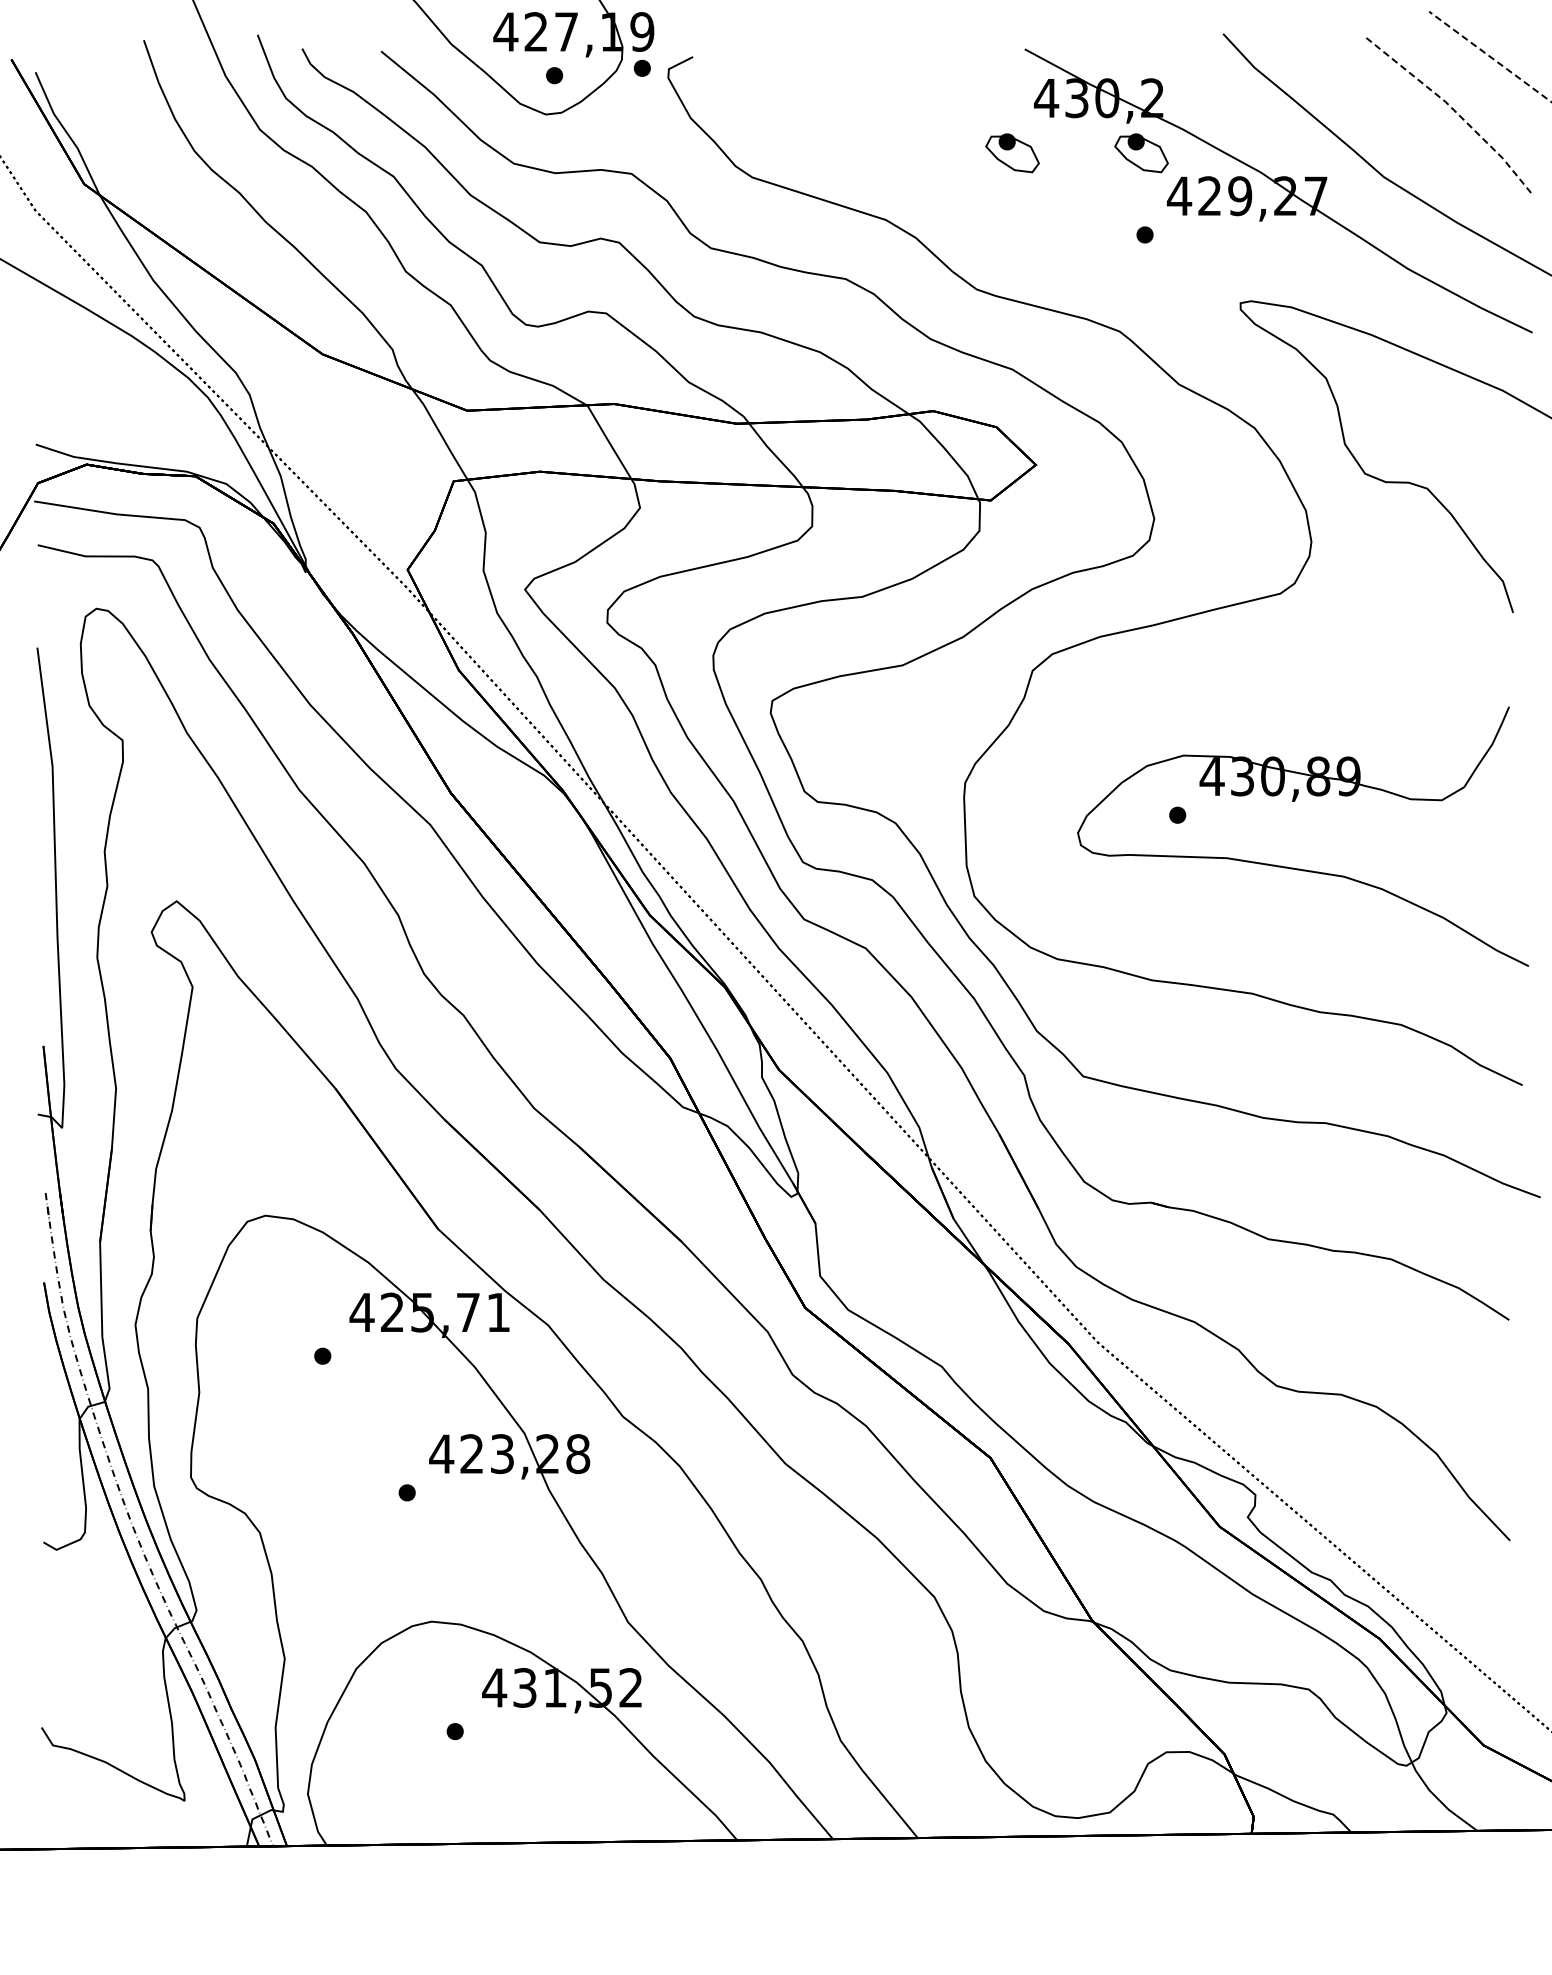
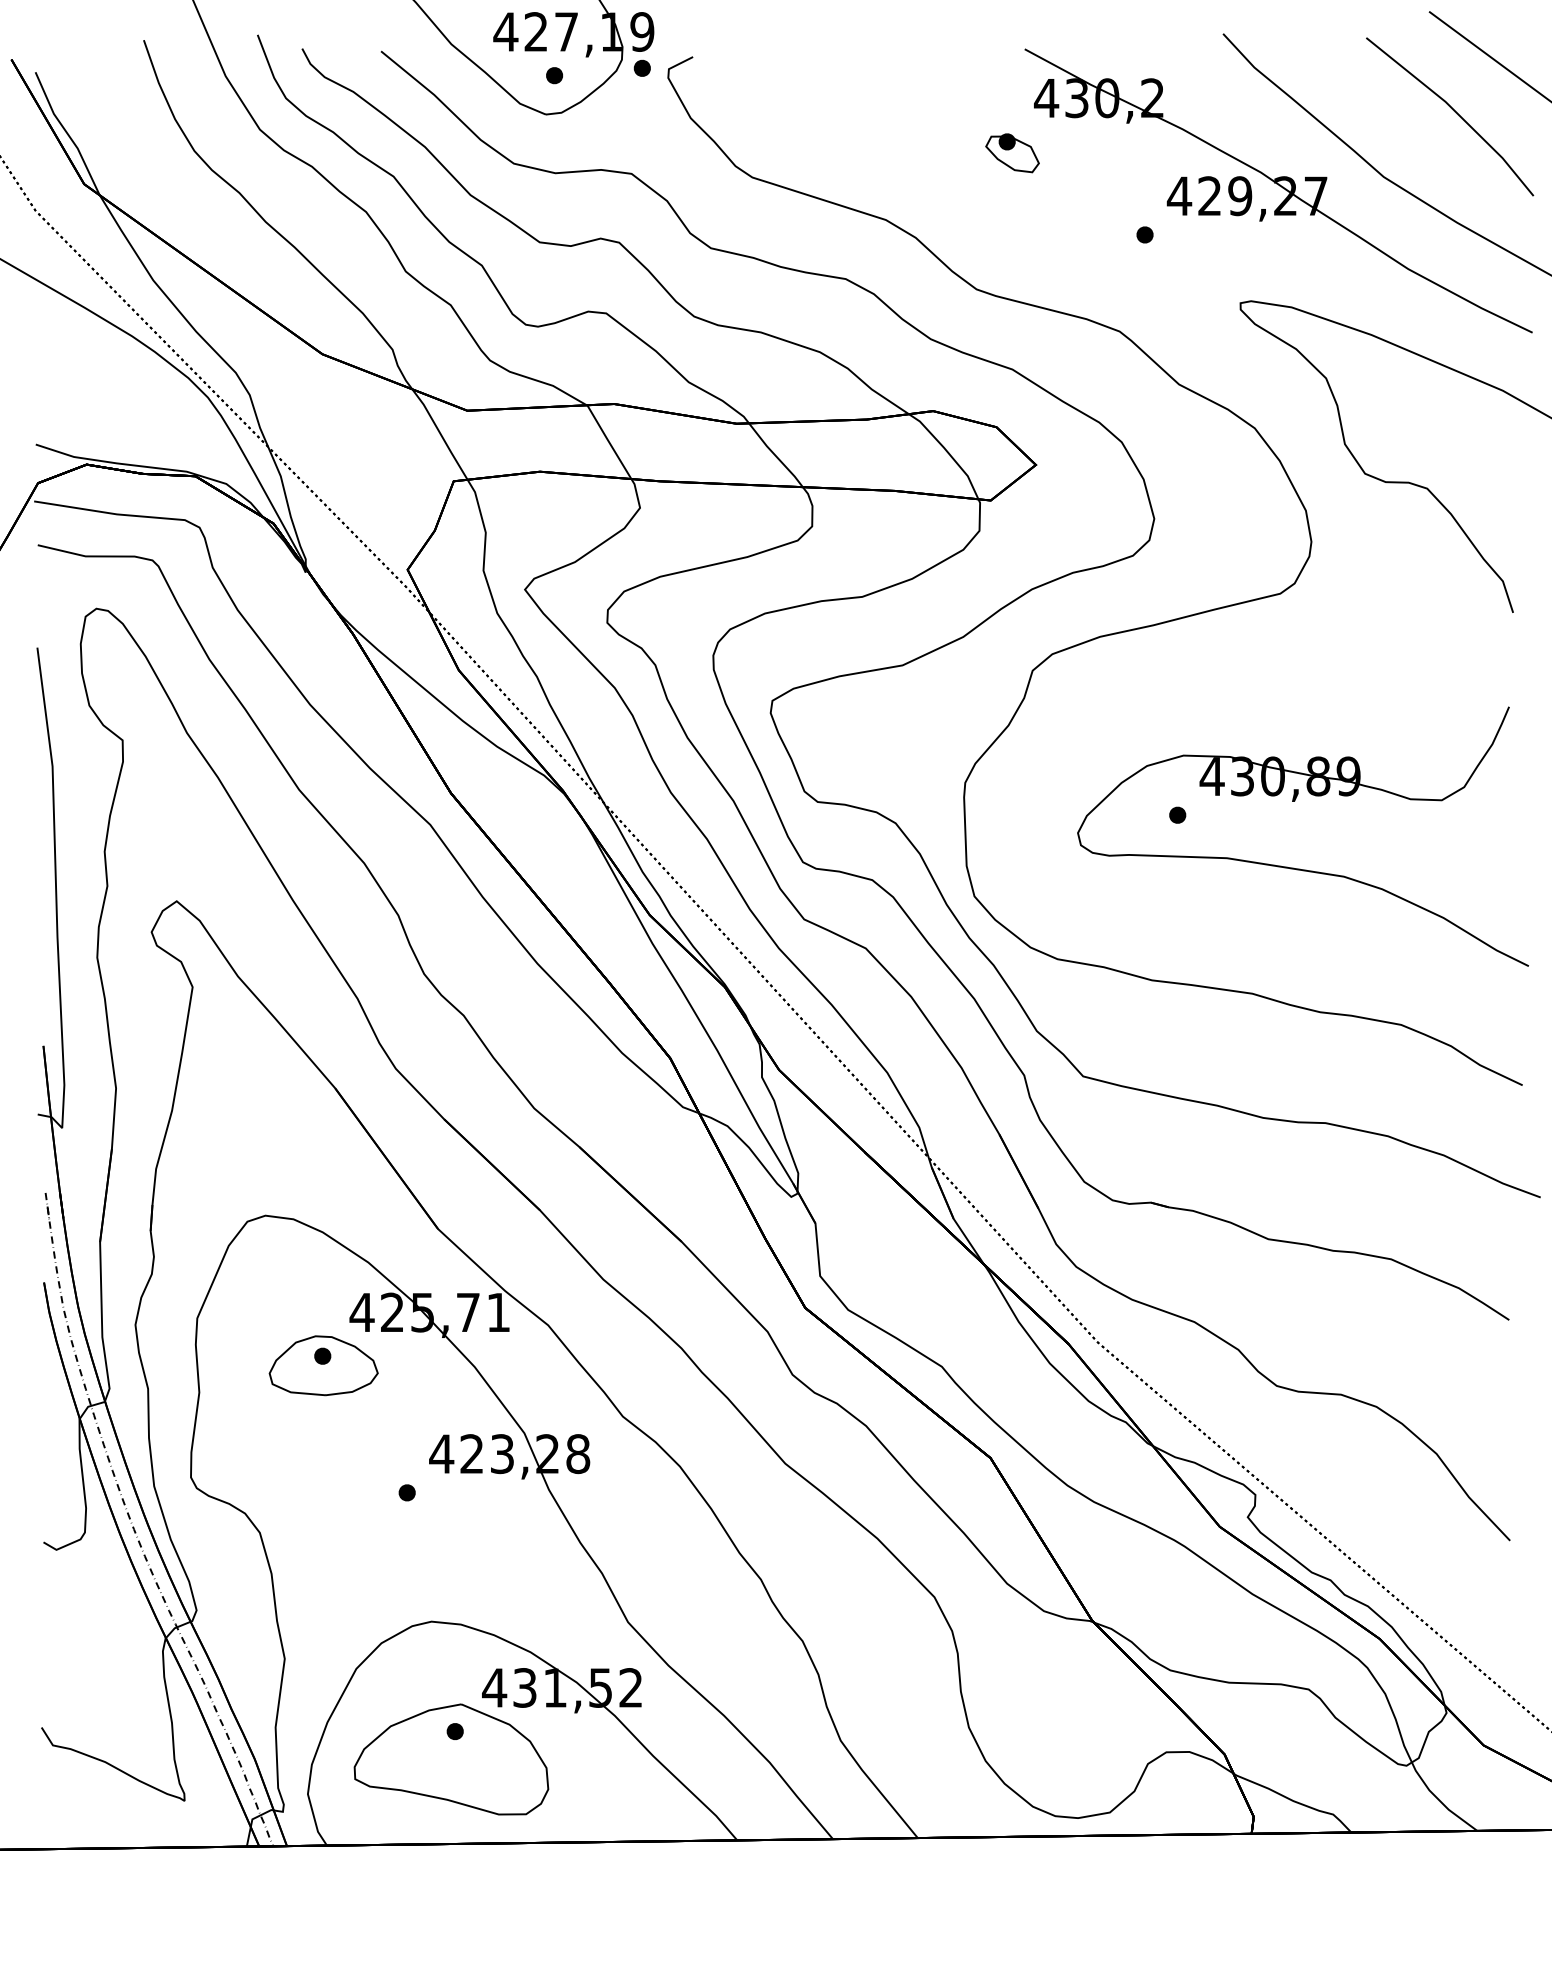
line at (1490, 56): dashed -> solid
line at (1455, 111): dashed -> solid
part at (1141, 153): present -> none
part at (323, 1365): none -> present
part at (451, 1759): none -> present
